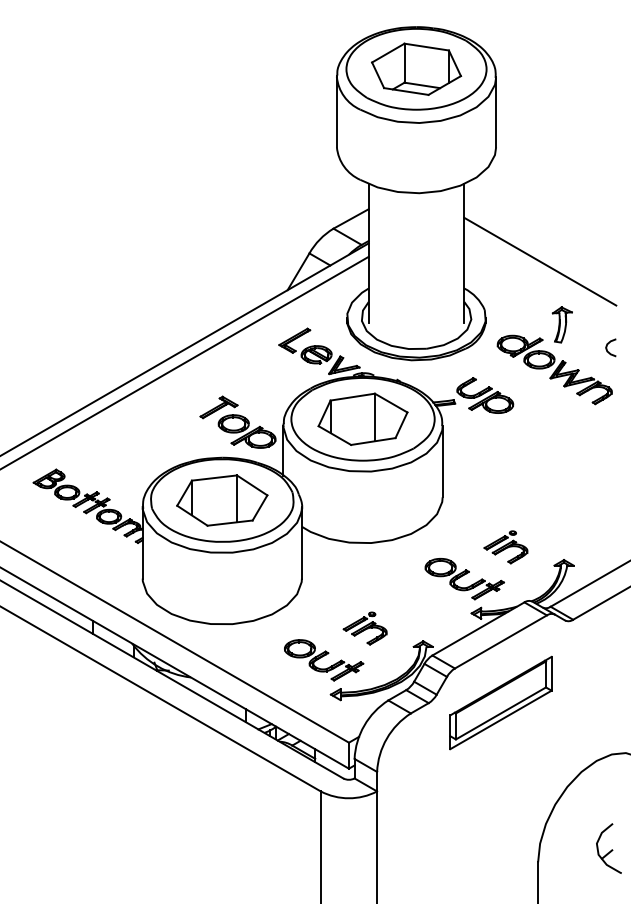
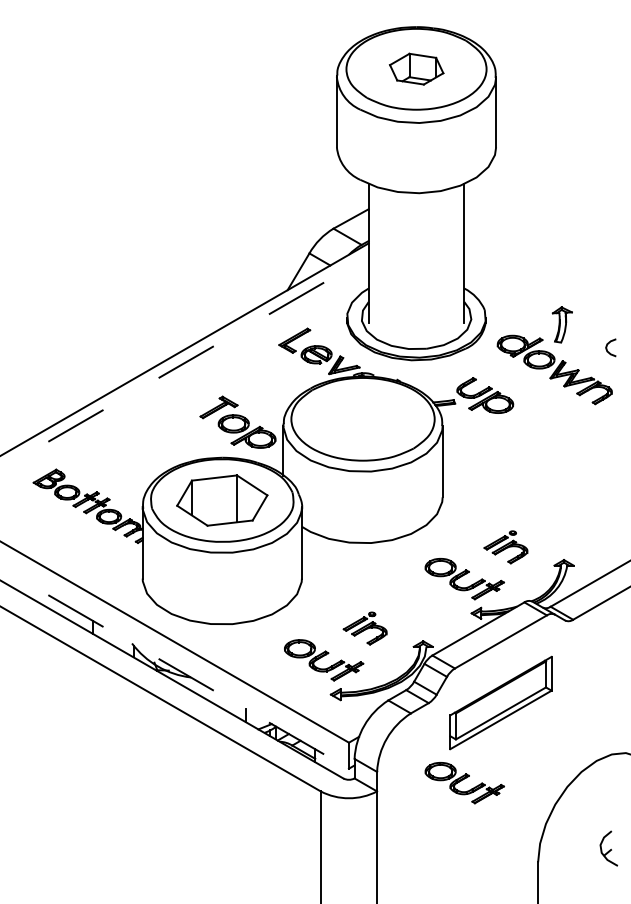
part at (416, 68) size: 92x54 px -> 57x34 px
line at (540, 261): present -> none
line at (184, 363): solid -> dashed
part at (362, 418): present -> none
line at (175, 668): solid -> dashed
part at (464, 783): none -> present
part at (608, 848) size: 26x51 px -> 19x37 px
